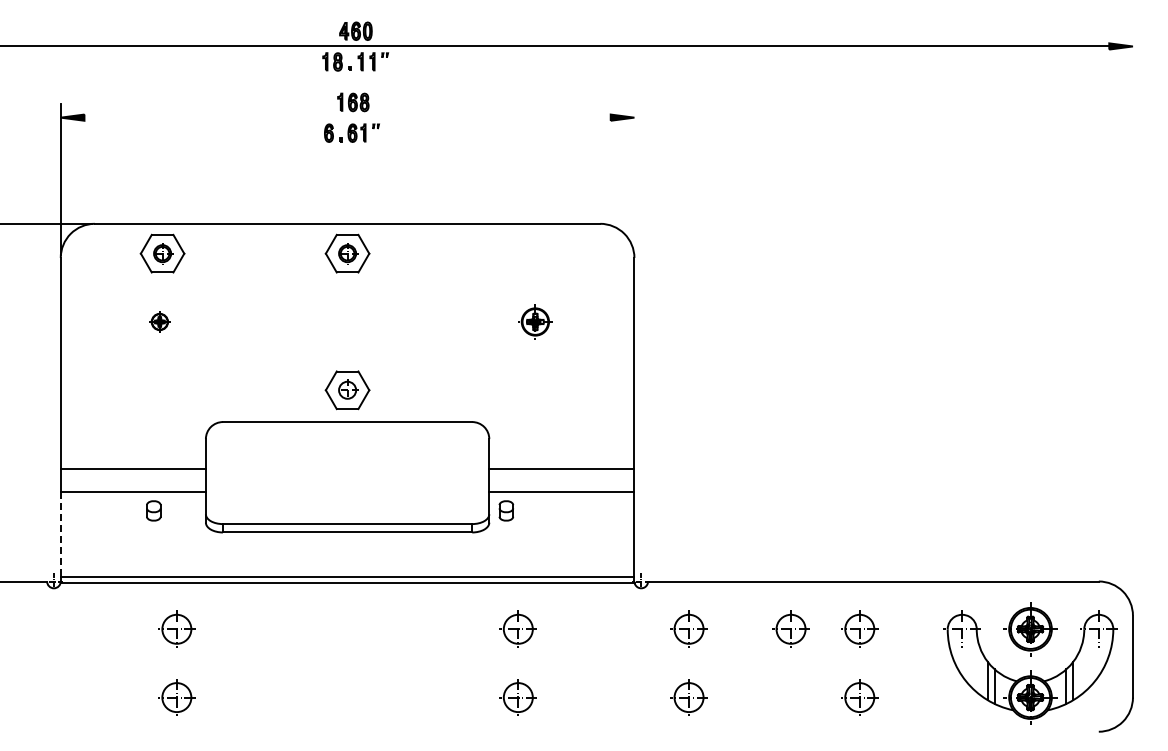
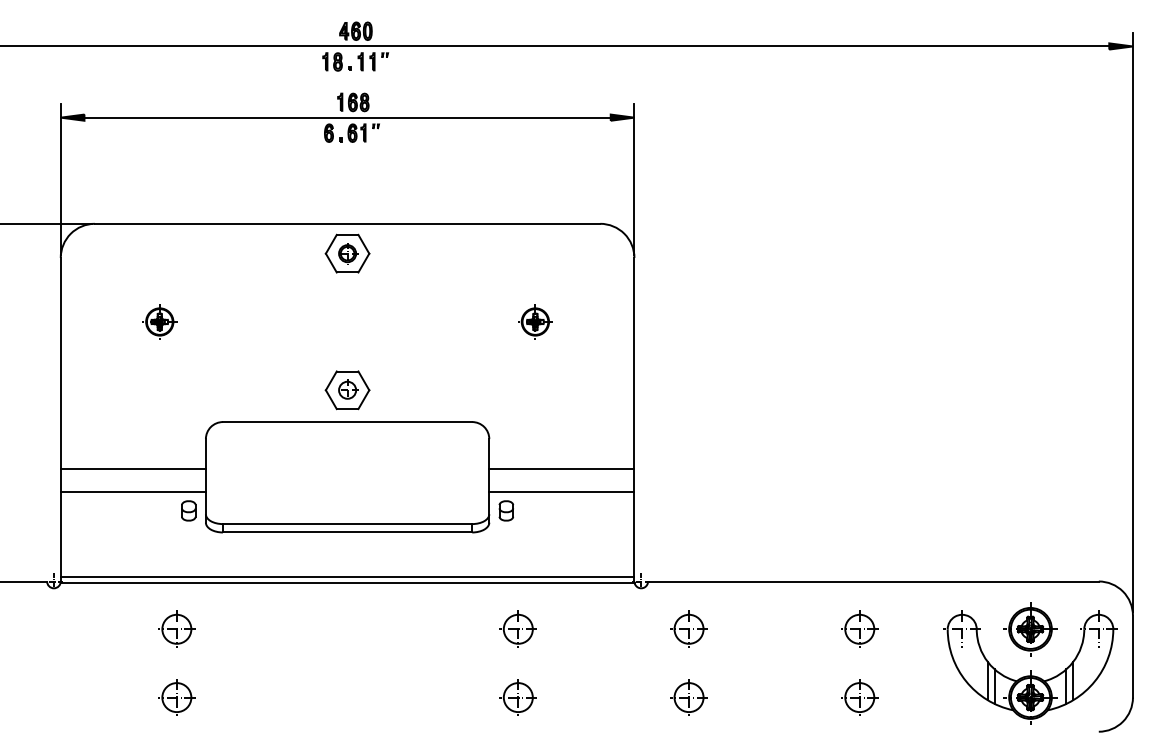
line at (347, 117): none -> present
line at (634, 179): none -> present
part at (162, 253): present -> none
part at (159, 321) size: 22x22 px -> 36x36 px
line at (1132, 322): none -> present
part at (153, 510) position: (153, 510) -> (188, 510)
line at (60, 534): dashed -> solid
part at (790, 628): present -> none
